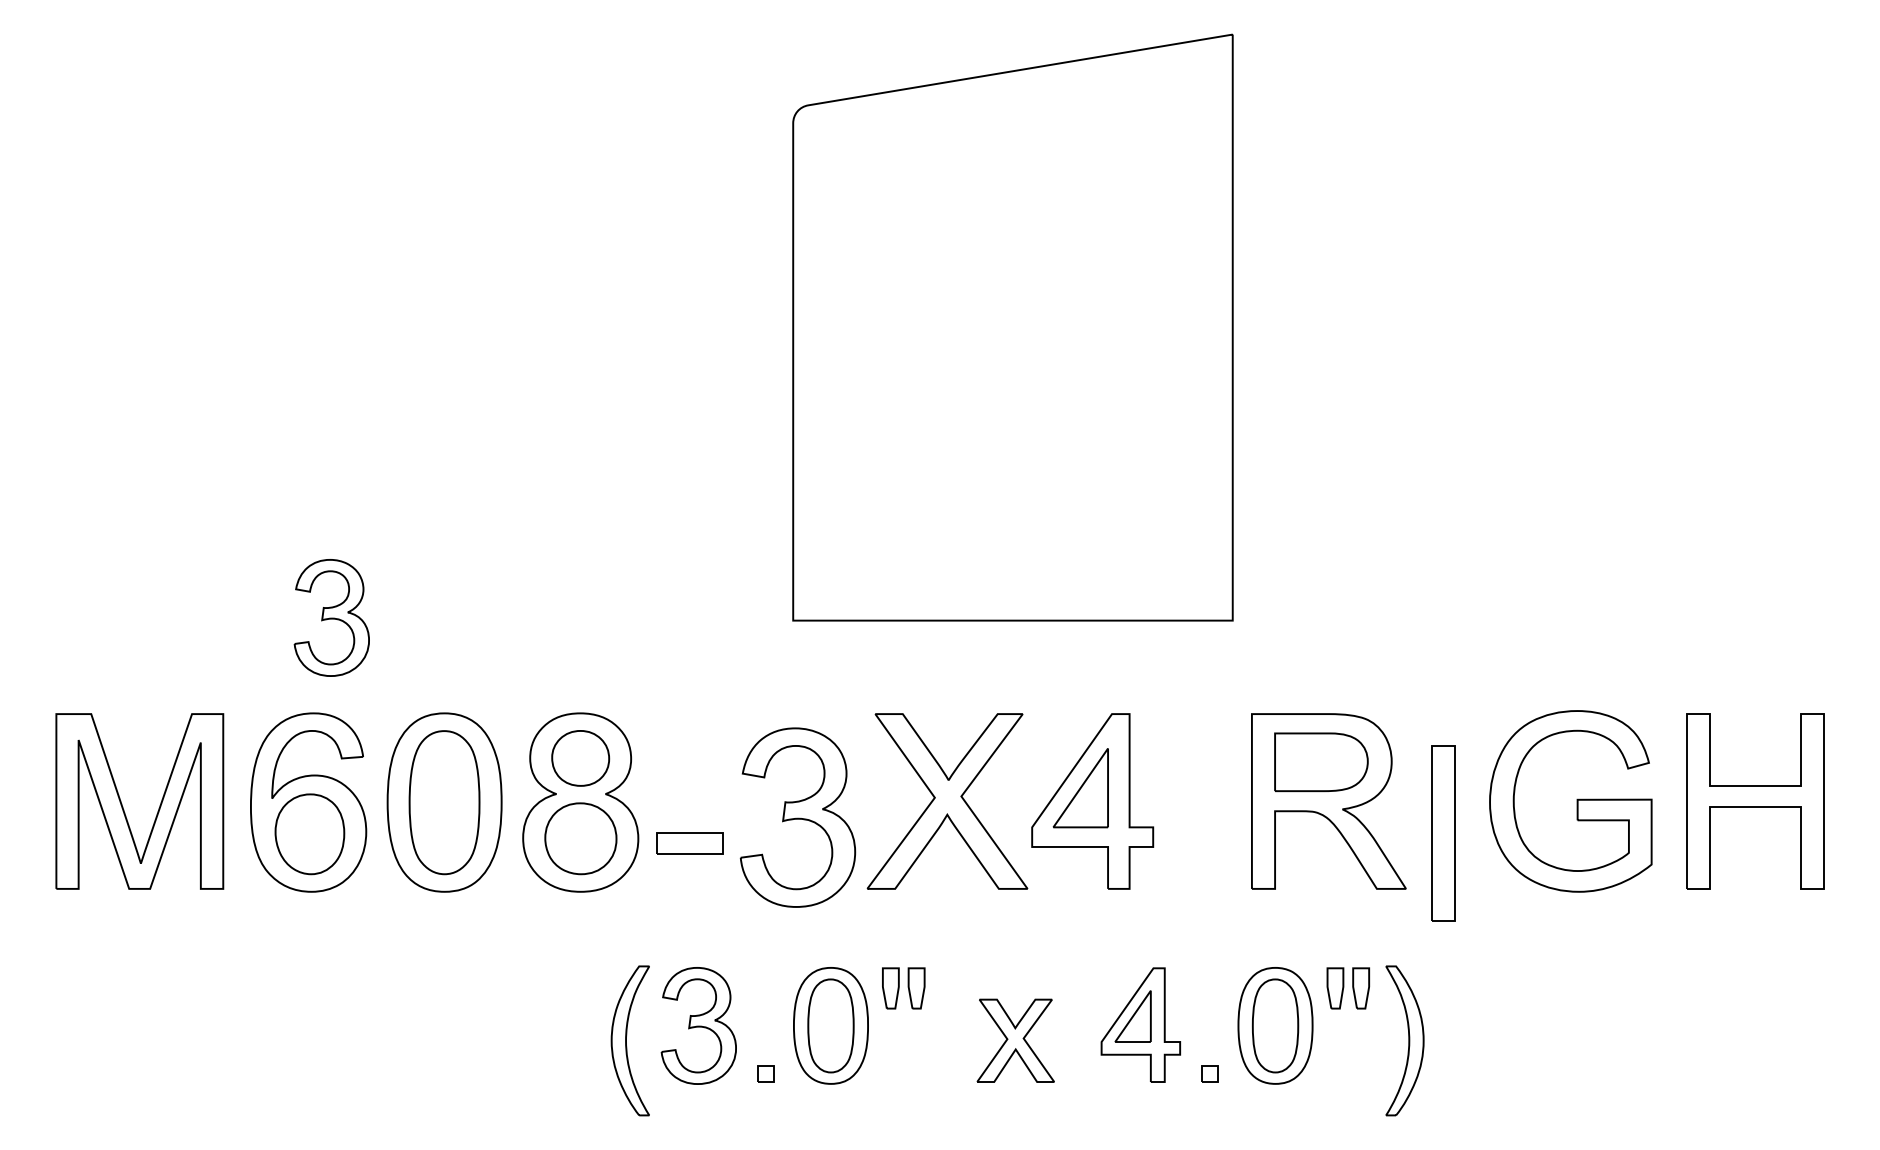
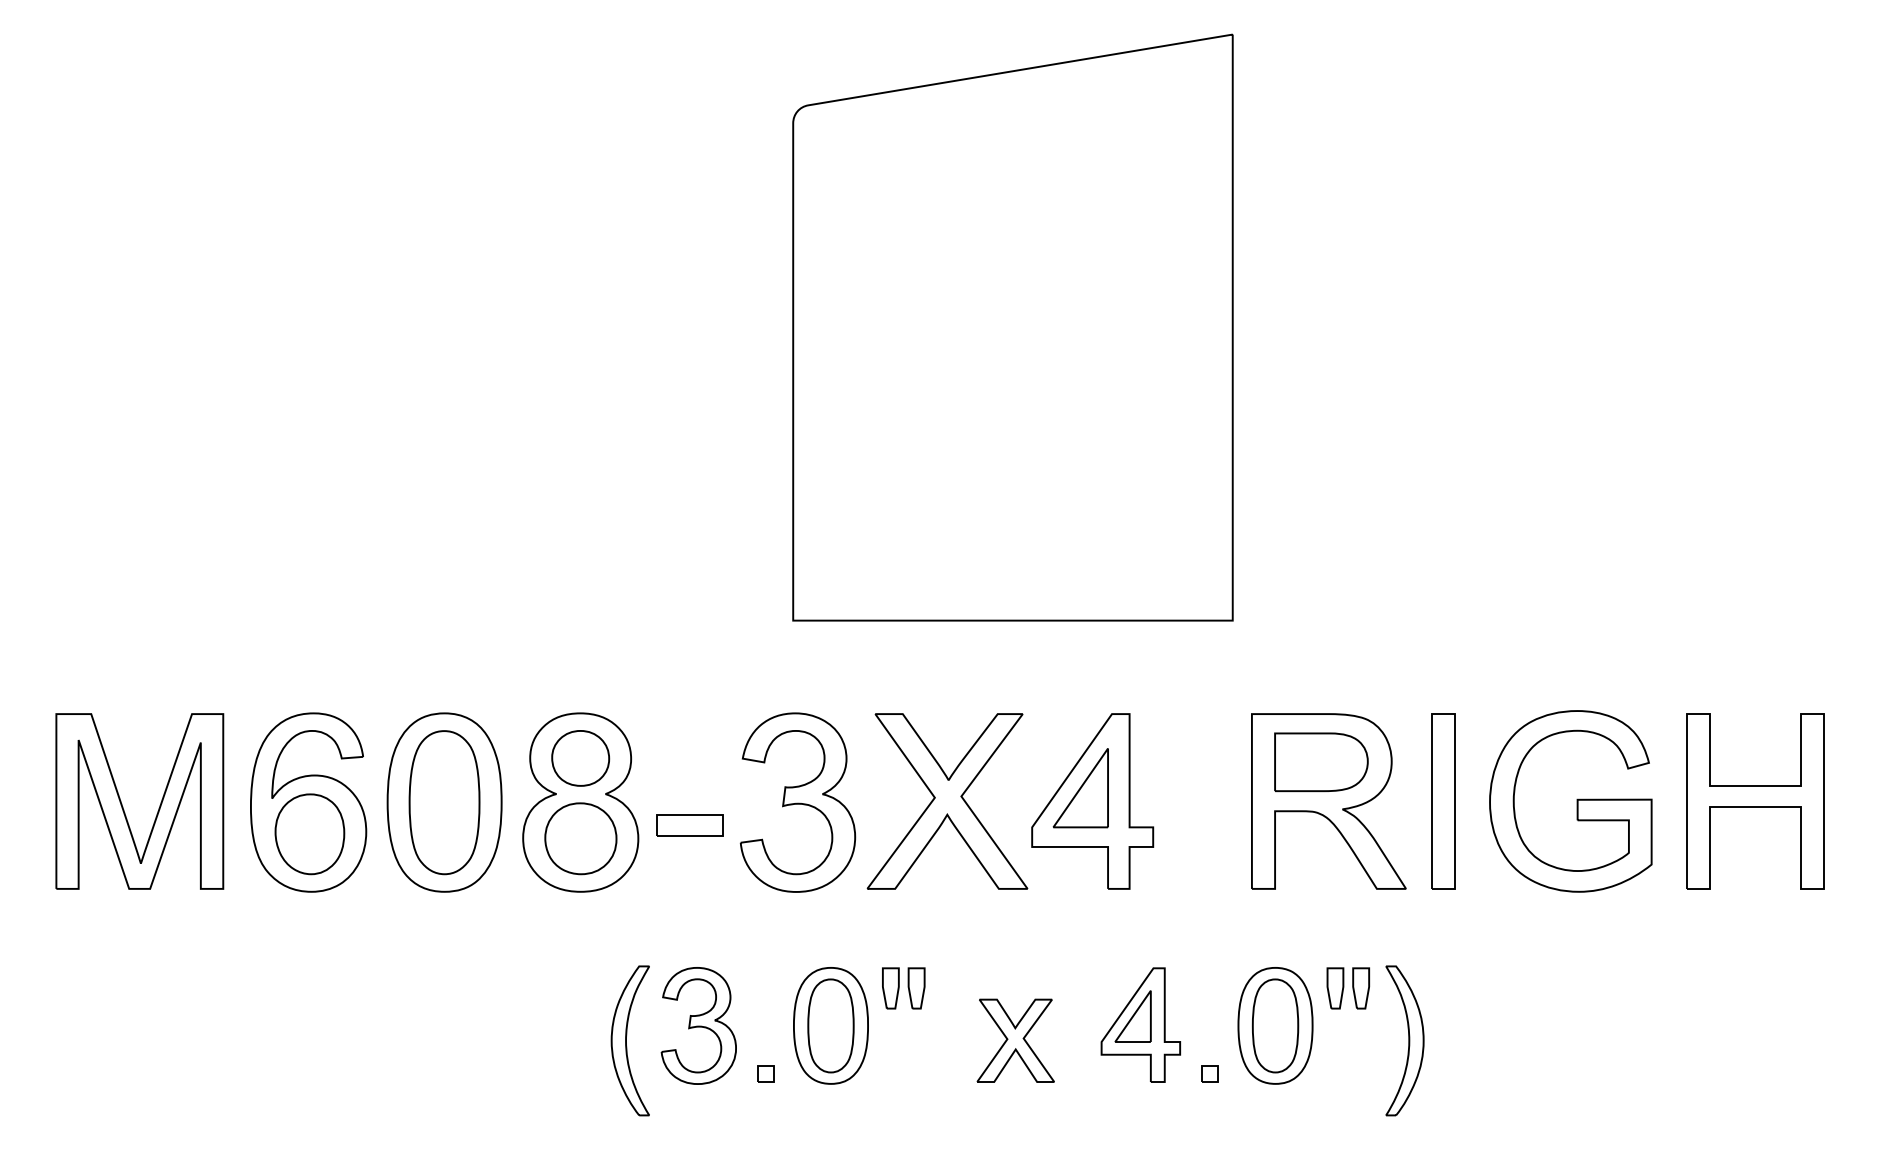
part at (331, 617): present -> none
part at (797, 817) position: (797, 817) -> (797, 802)
part at (1443, 833) position: (1443, 833) -> (1443, 801)
part at (689, 843) position: (689, 843) -> (689, 825)
